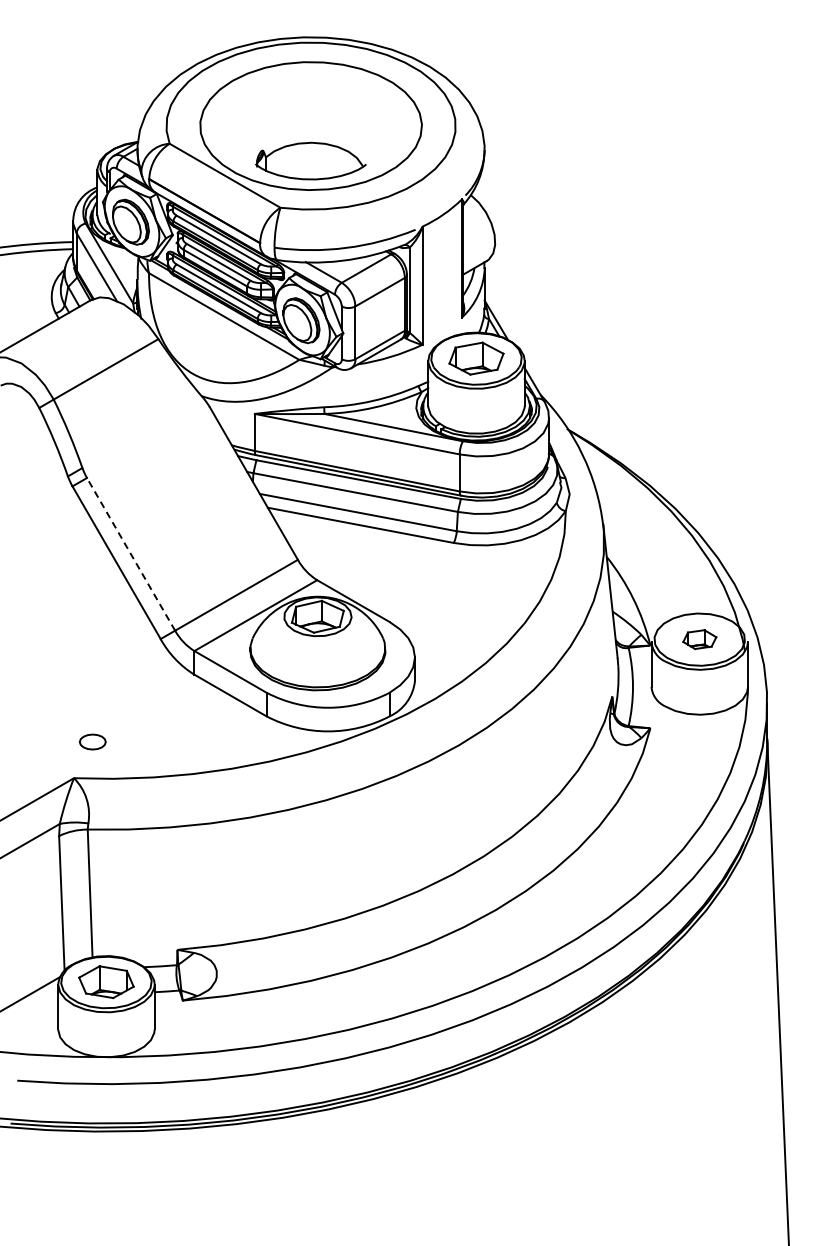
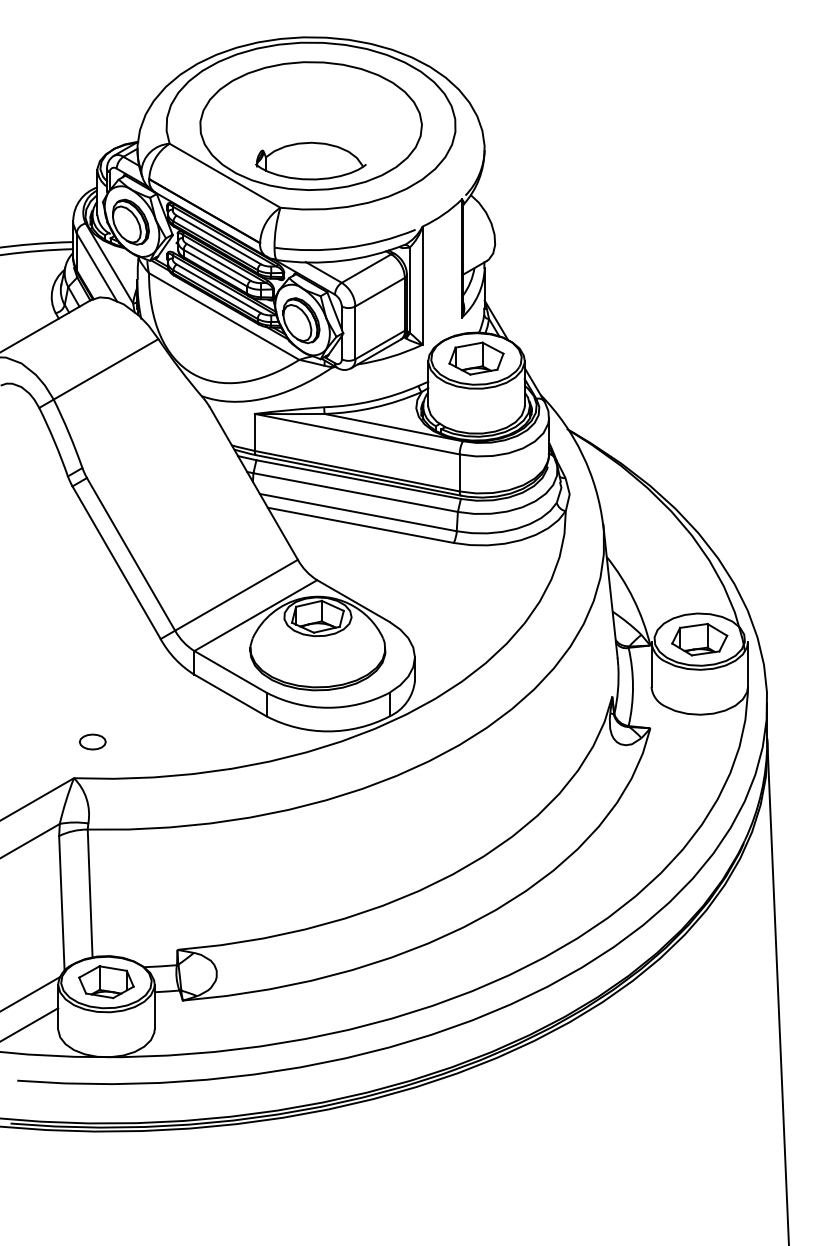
line at (130, 553): dashed -> solid
part at (699, 639) size: 36x22 px -> 58x35 px
line at (30, 1024): none -> present
